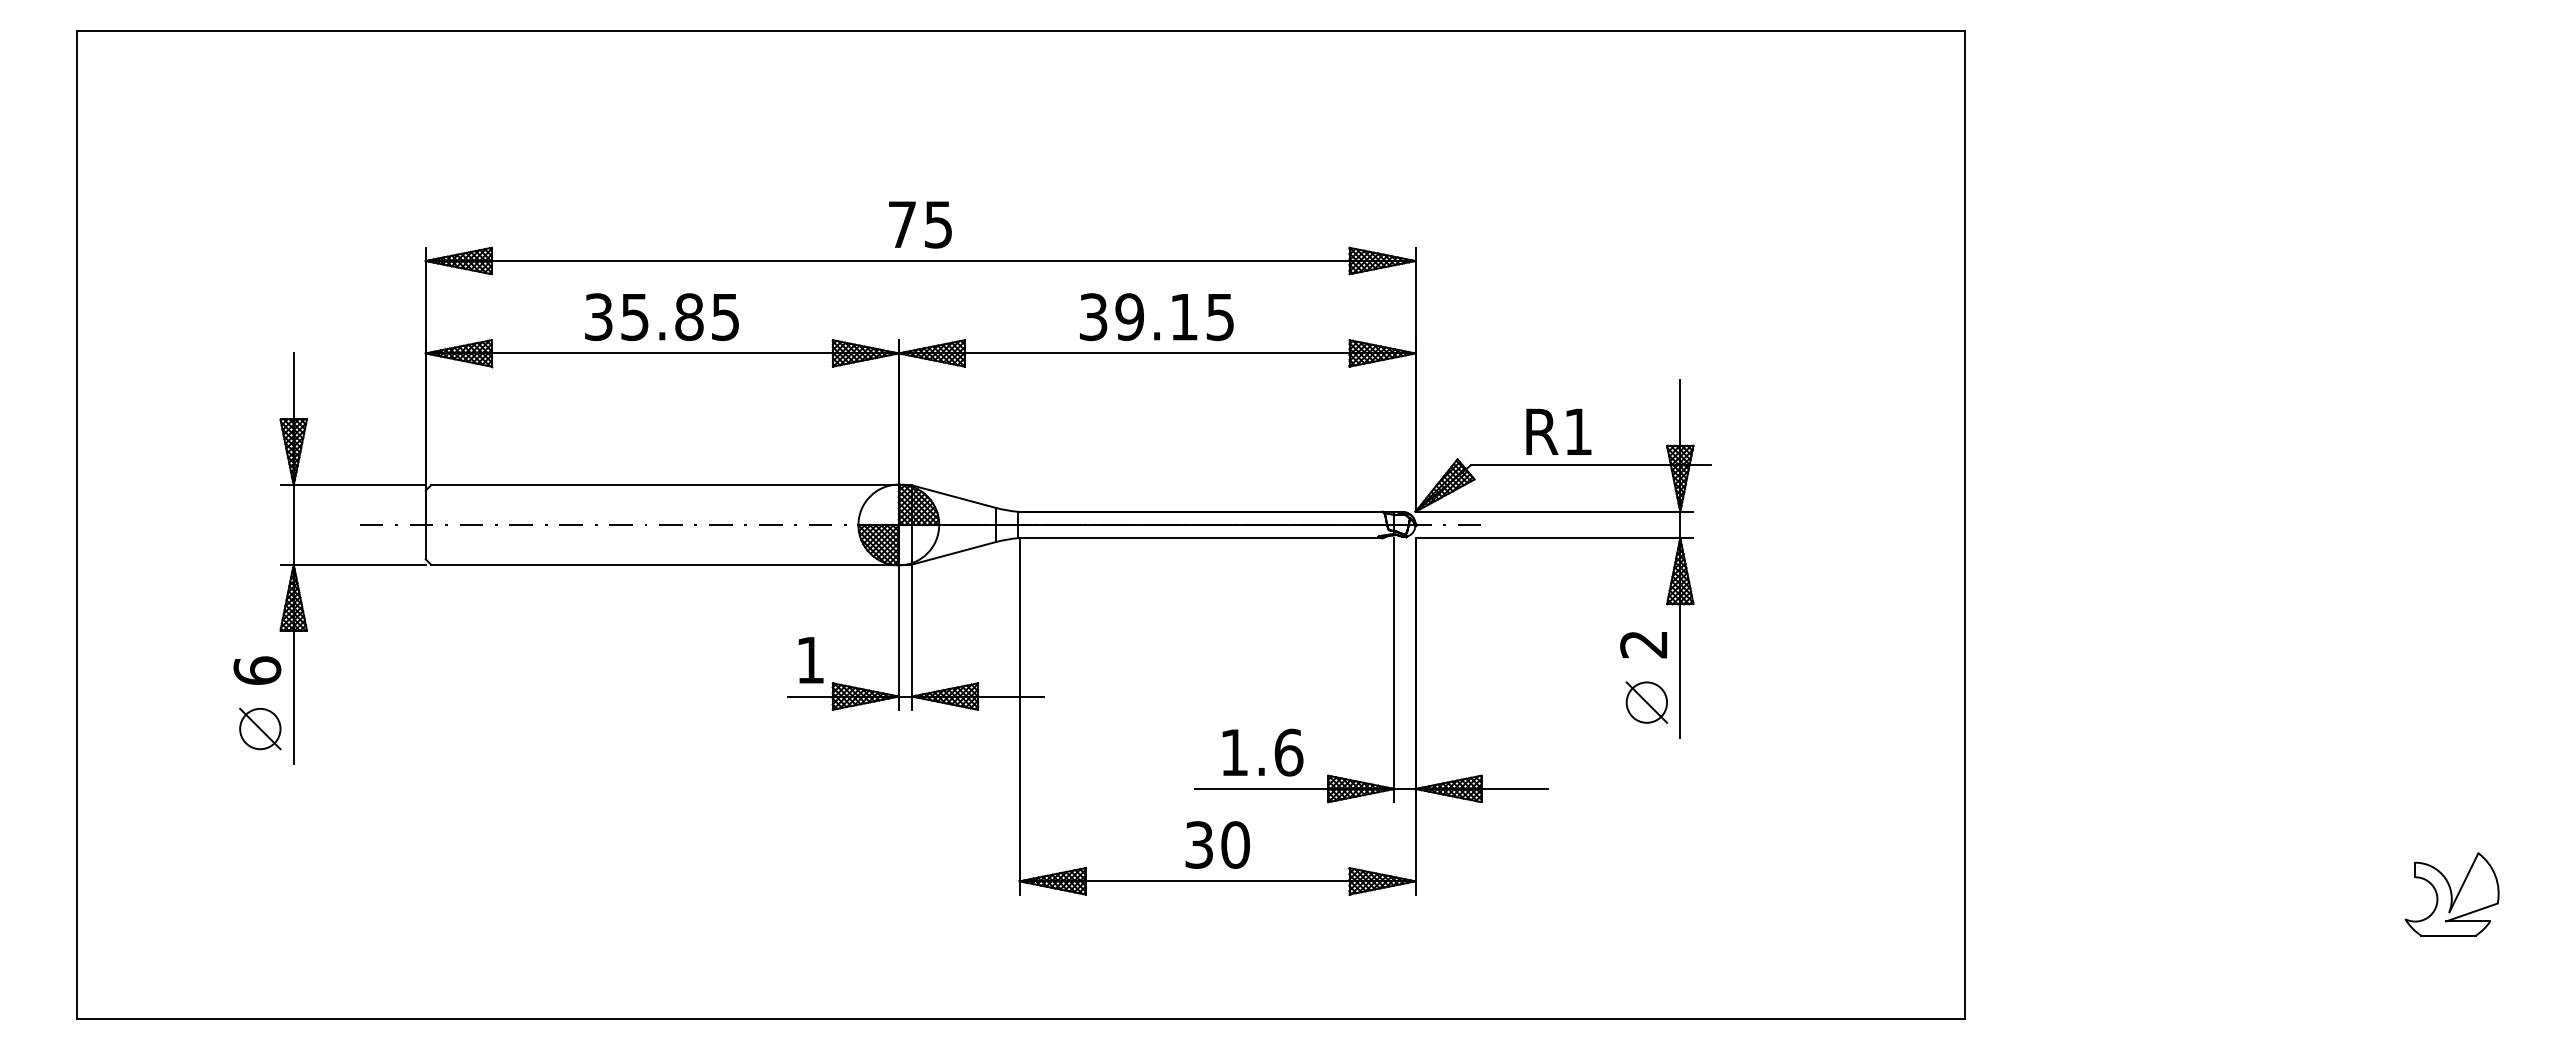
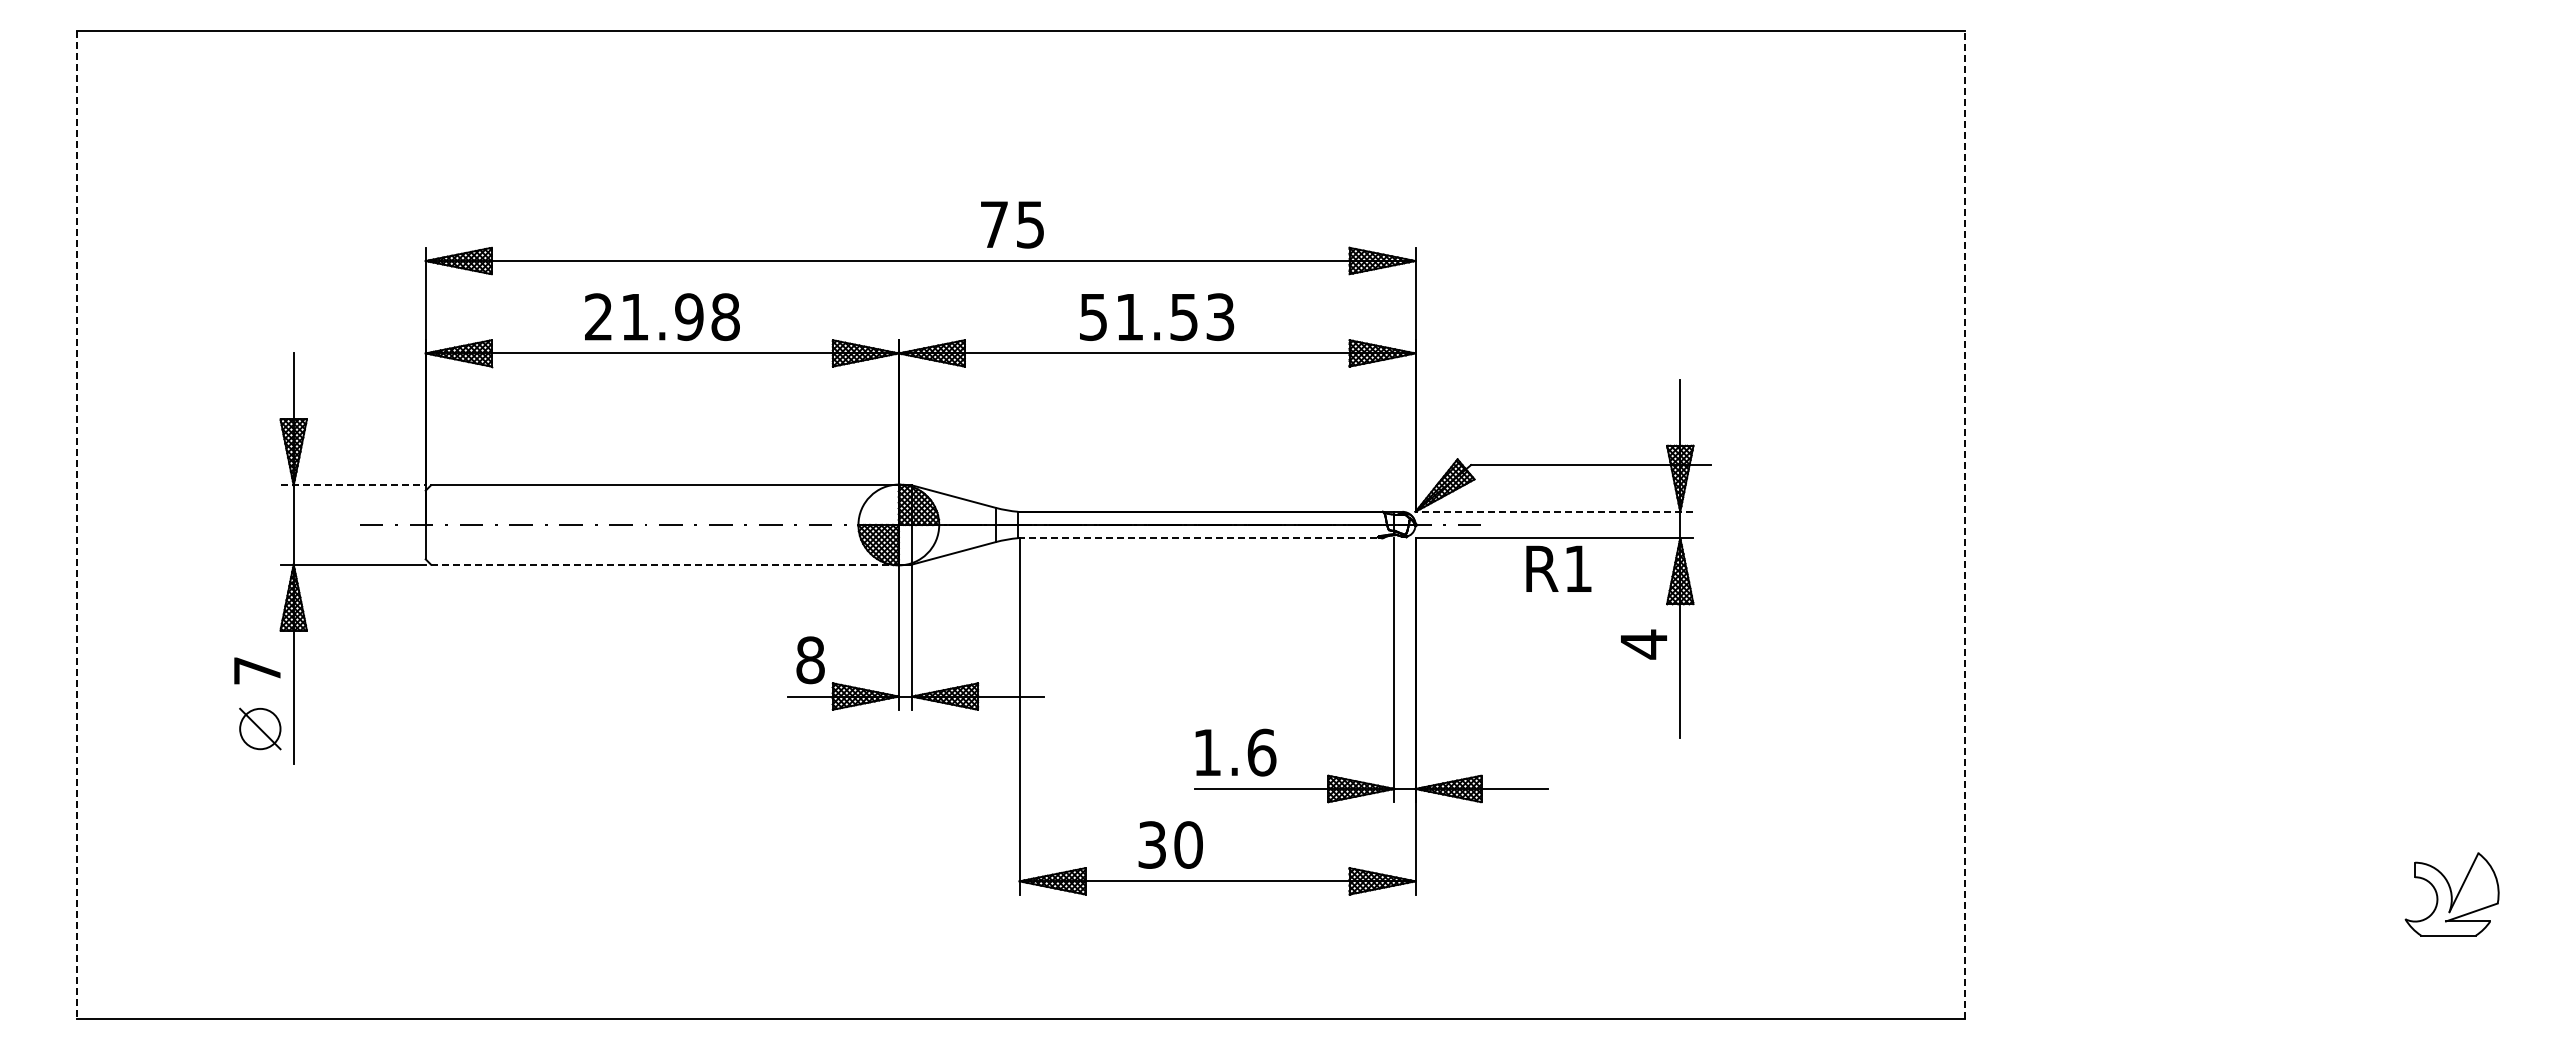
text at (920, 224) position: (920, 224) -> (1012, 224)
text at (662, 317): 35.85 -> 21.98
text at (1157, 317): 39.15 -> 51.53
text at (1558, 431) position: (1558, 431) -> (1558, 568)
line at (353, 485): solid -> dashed
line at (1554, 511): solid -> dashed
line at (77, 525): solid -> dashed
line at (1964, 525): solid -> dashed
line at (1200, 538): solid -> dashed
line at (664, 564): solid -> dashed
text at (1643, 644): 2 -> 4
text at (810, 660): 1 -> 8
text at (257, 670): 6 -> 7
part at (1646, 702): present -> none
text at (1262, 752) position: (1262, 752) -> (1235, 752)
text at (1217, 844) position: (1217, 844) -> (1170, 844)
